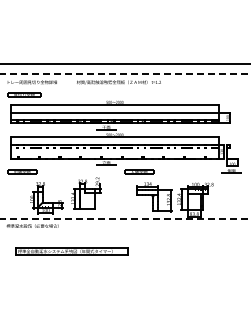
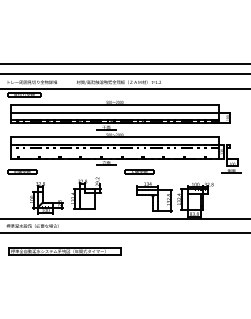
line at (125, 74): dashed -> solid
line at (124, 88): none -> present
line at (125, 218): dashed -> solid
line at (124, 232): none -> present
part at (71, 251) position: (71, 251) -> (64, 251)
